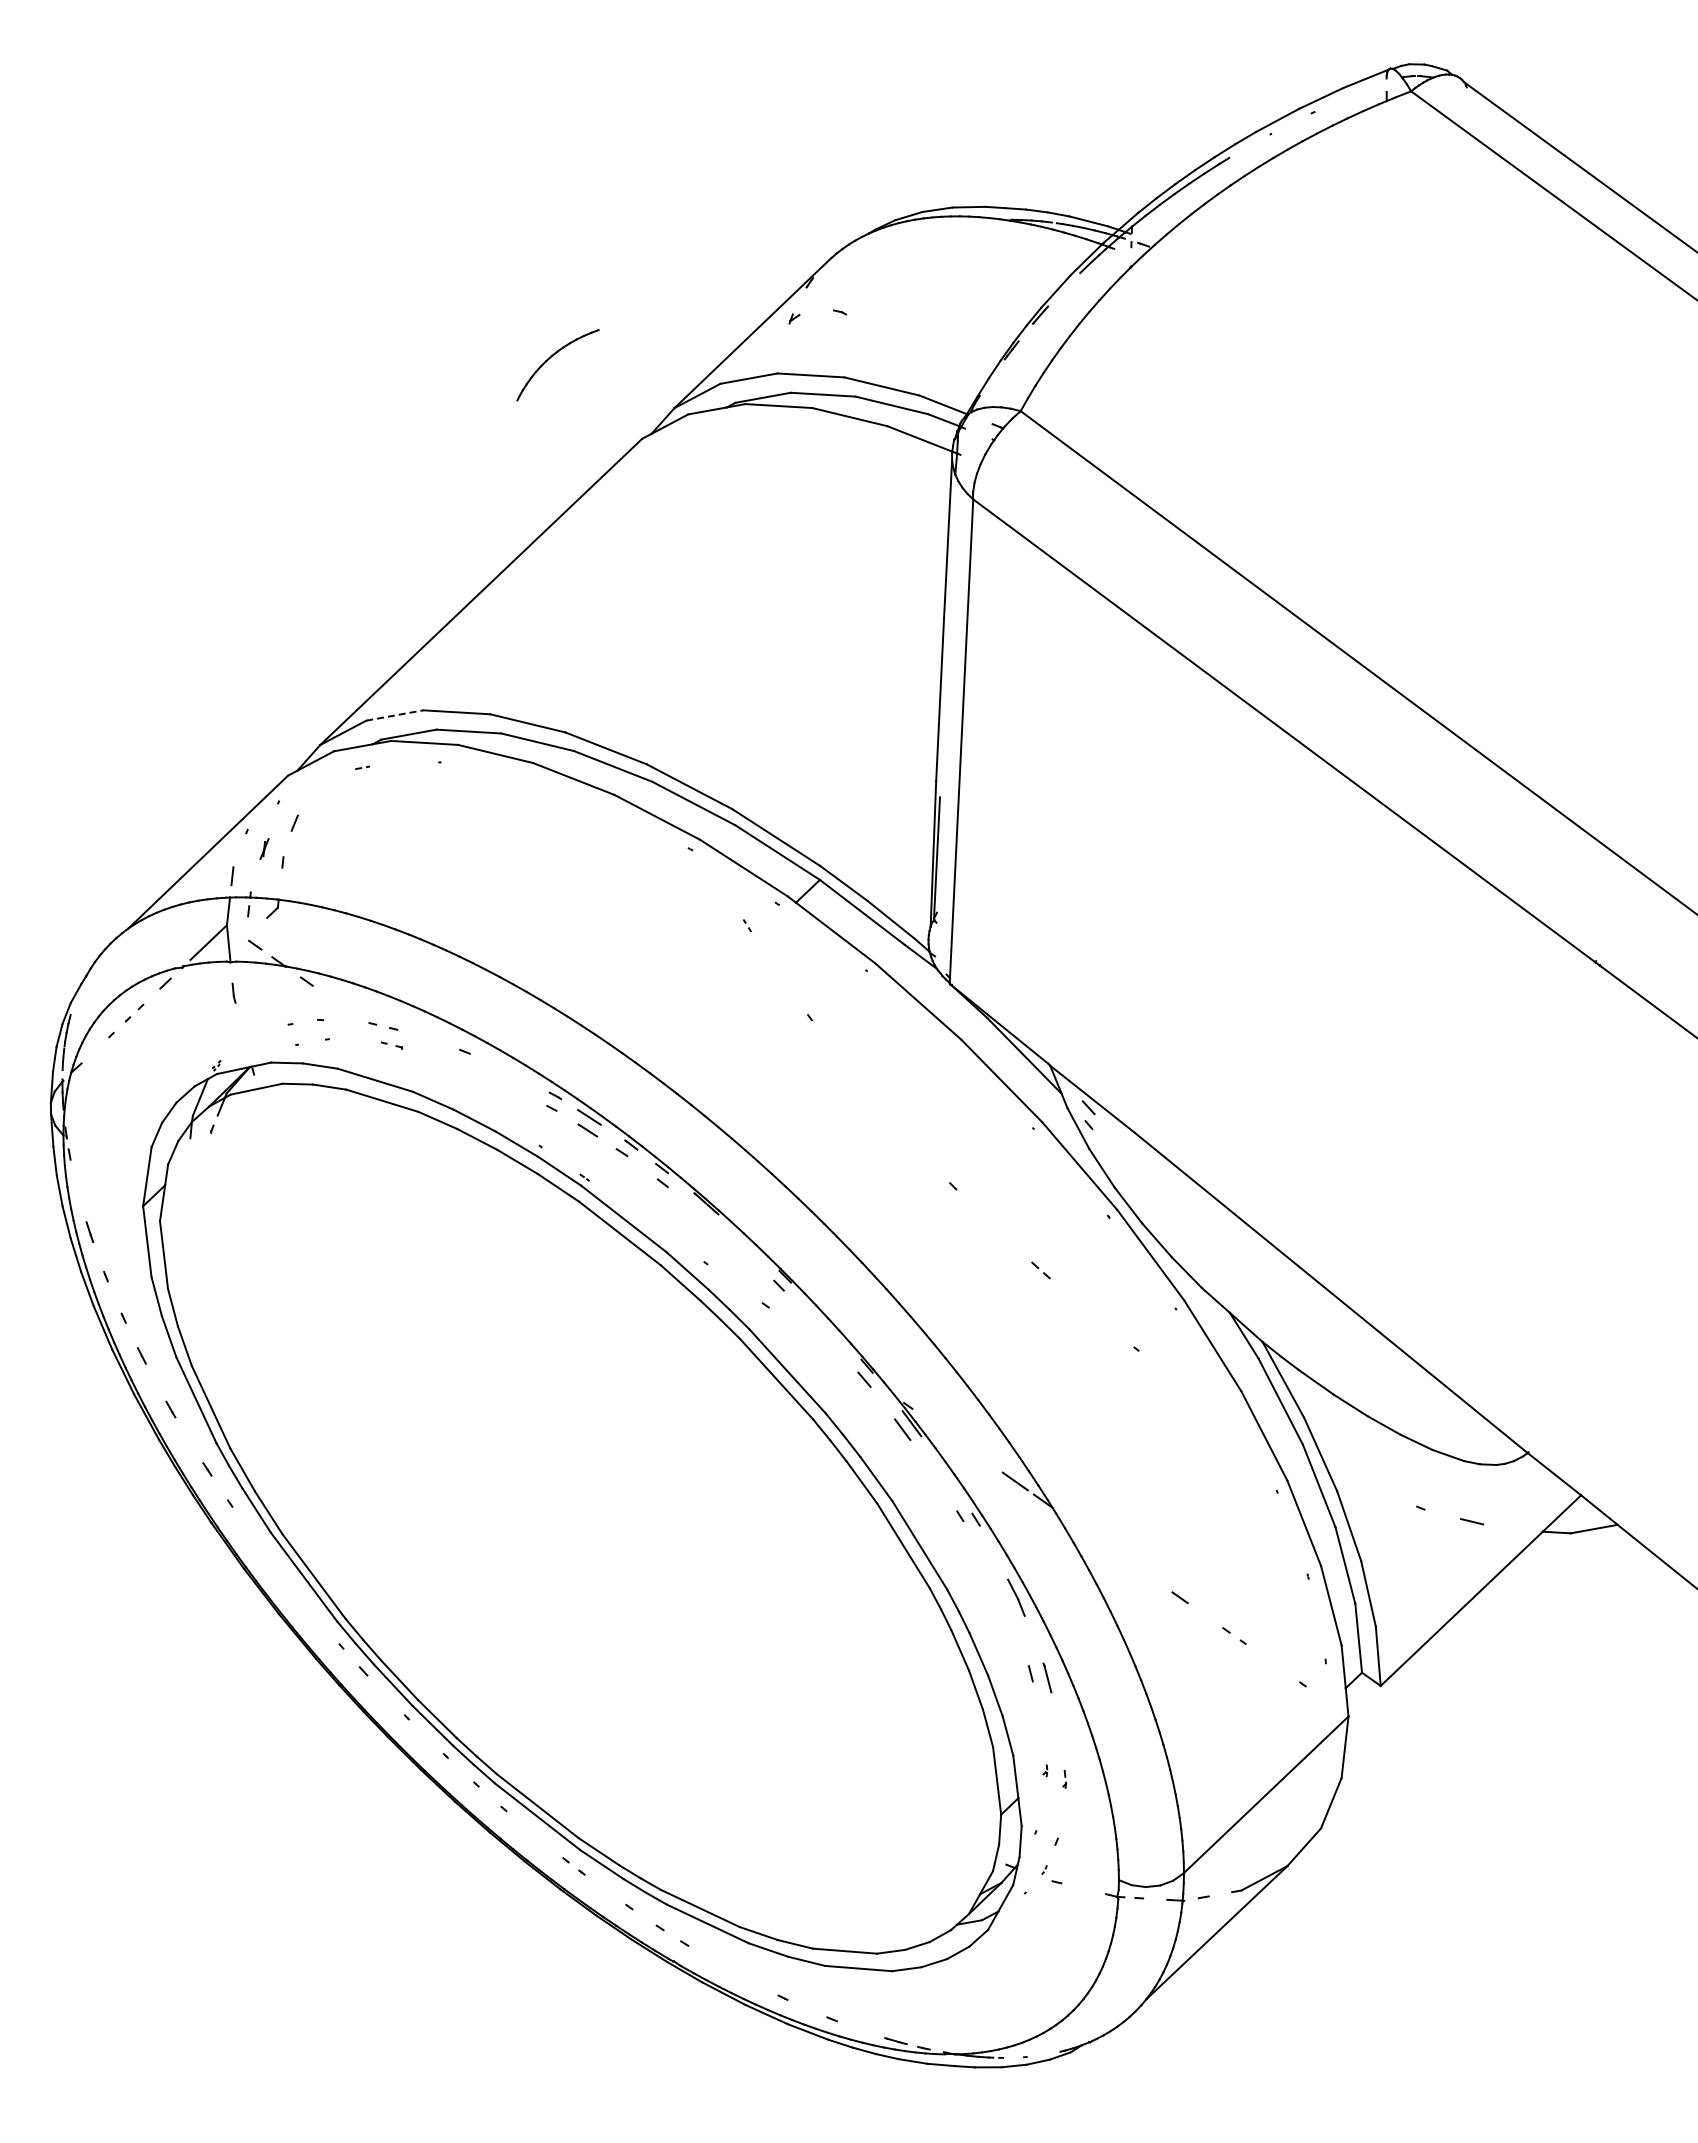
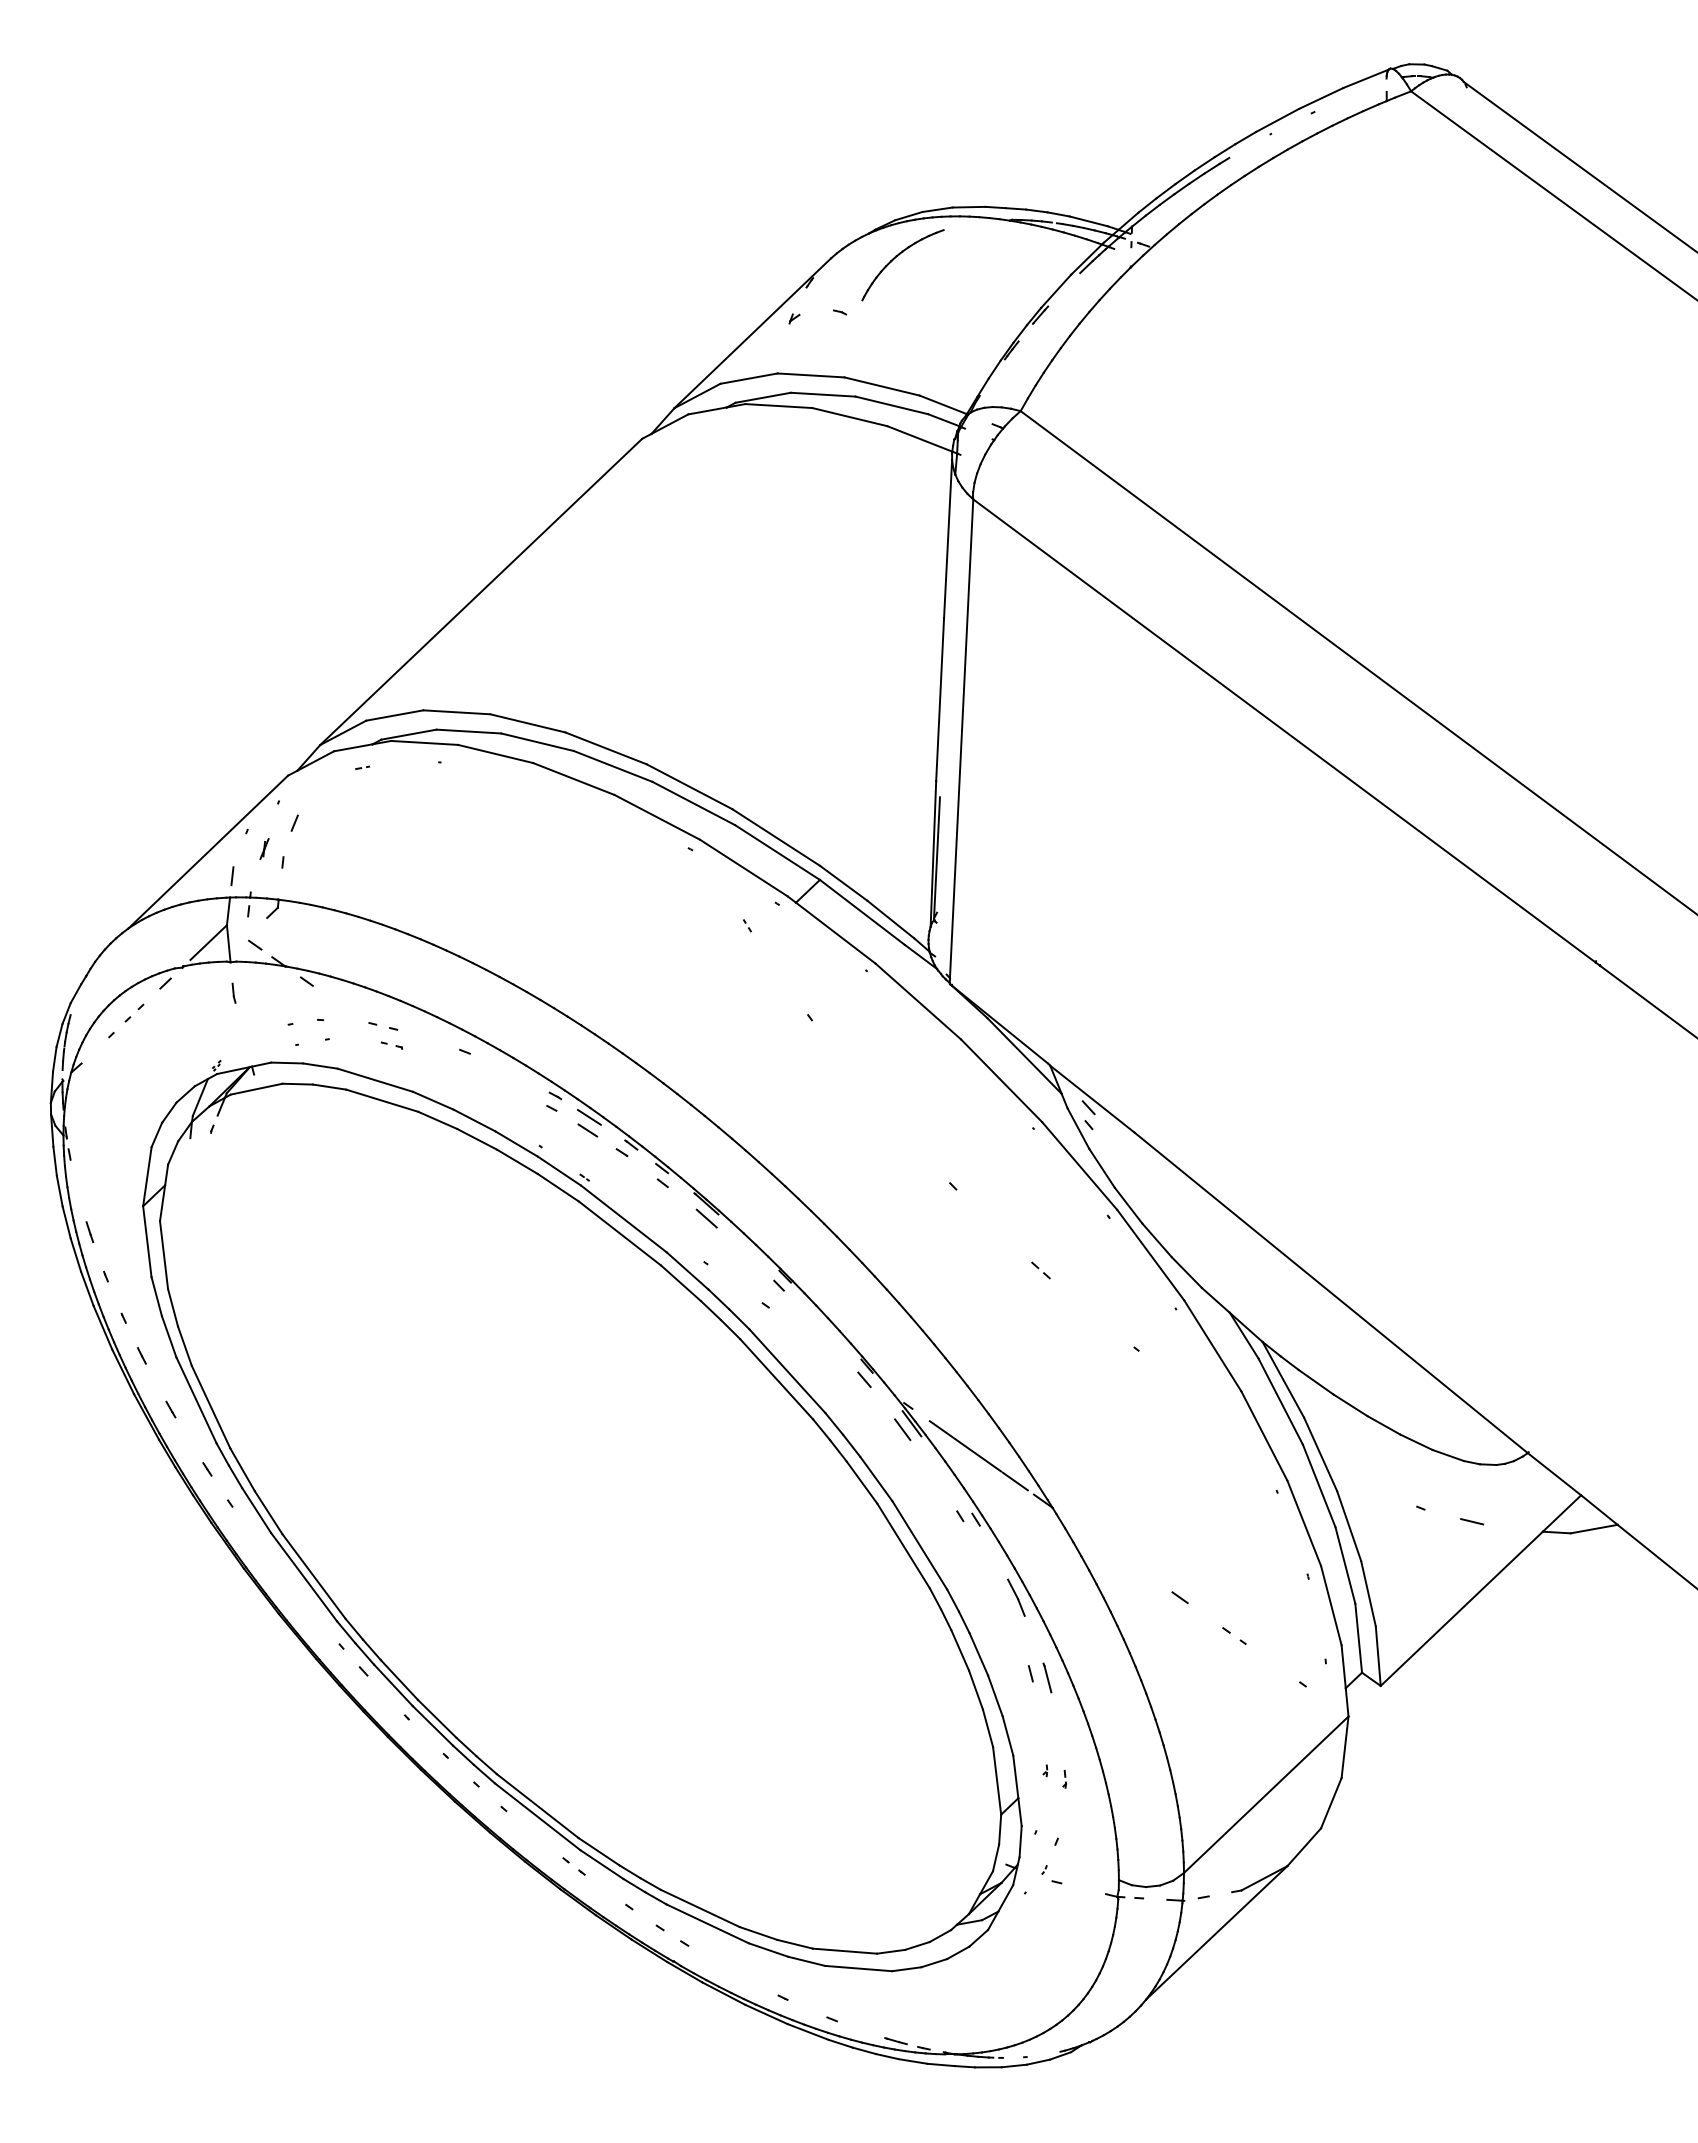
part at (553, 356) position: (553, 356) -> (898, 256)
line at (395, 715): dashed -> solid
line at (706, 1218): none -> present
line at (965, 1446): none -> present
